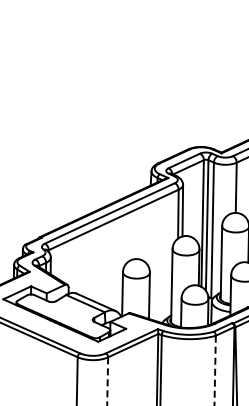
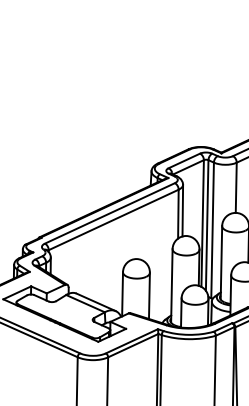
line at (215, 370): dashed -> solid
line at (107, 381): dashed -> solid
